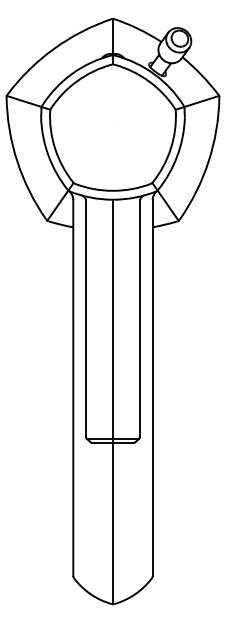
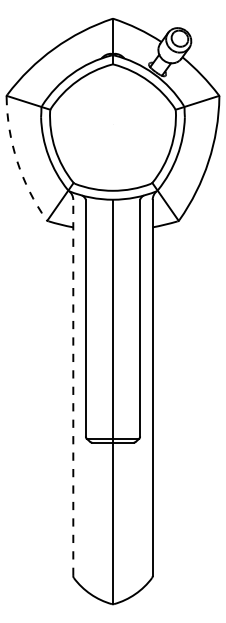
arc at (17, 161): solid -> dashed
line at (73, 387): solid -> dashed
